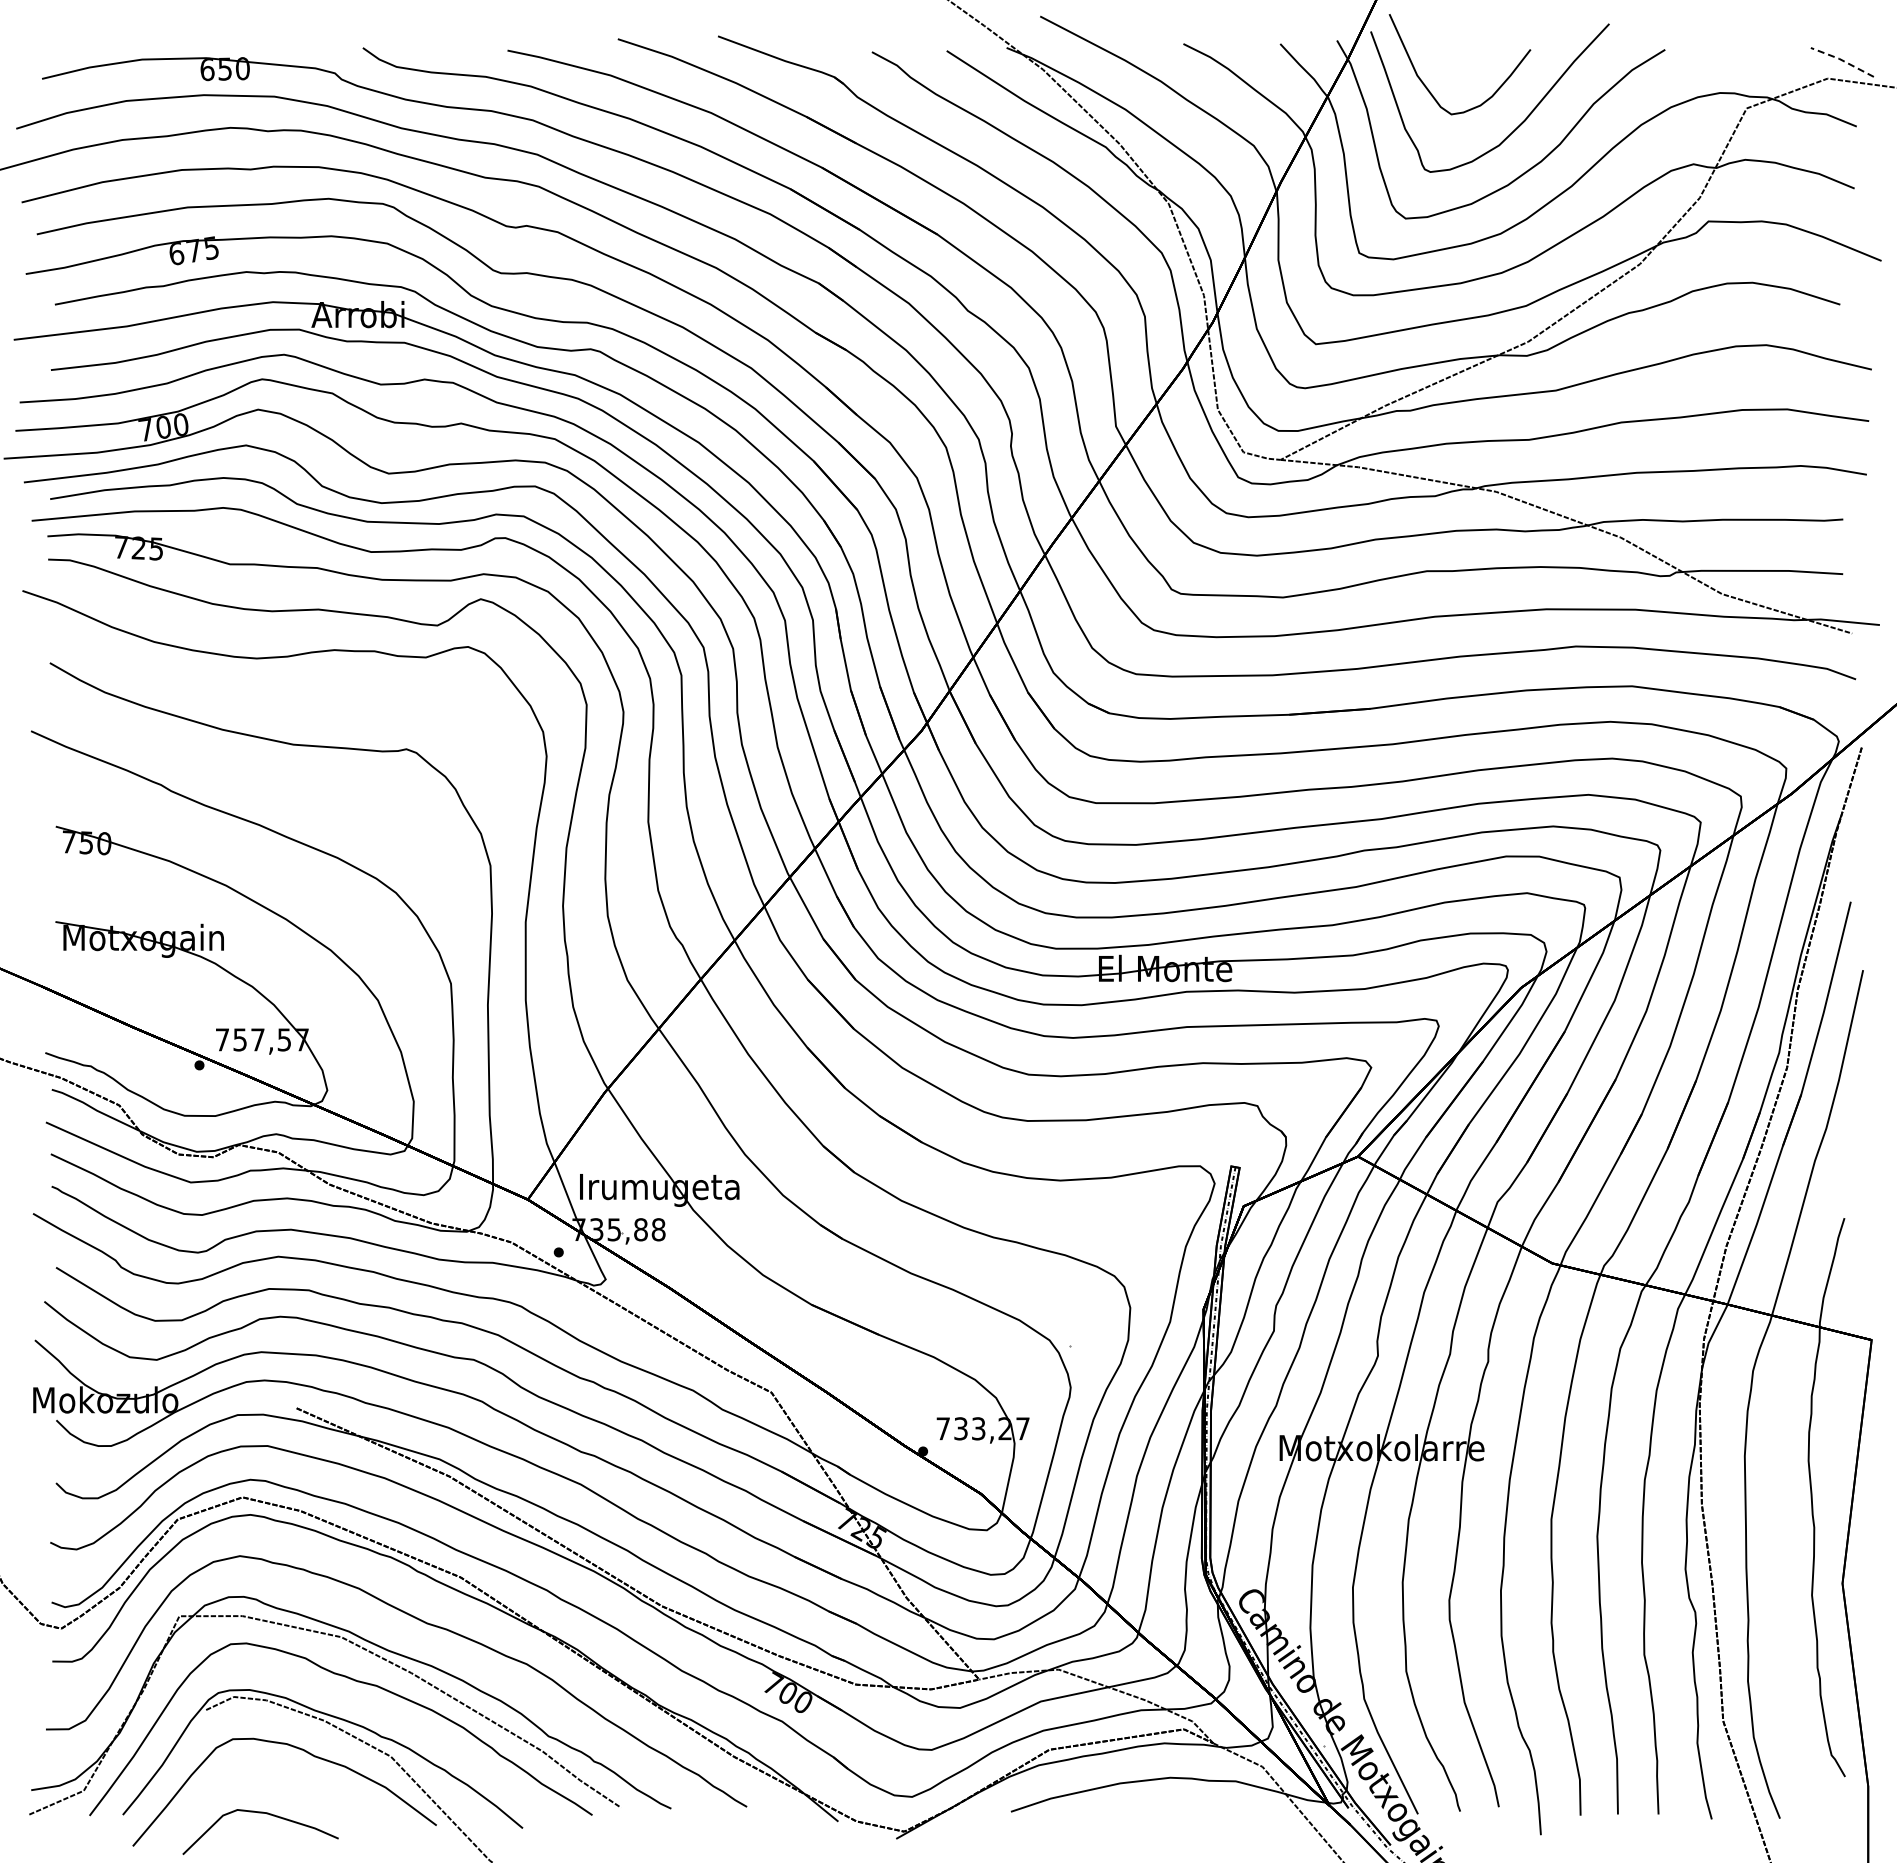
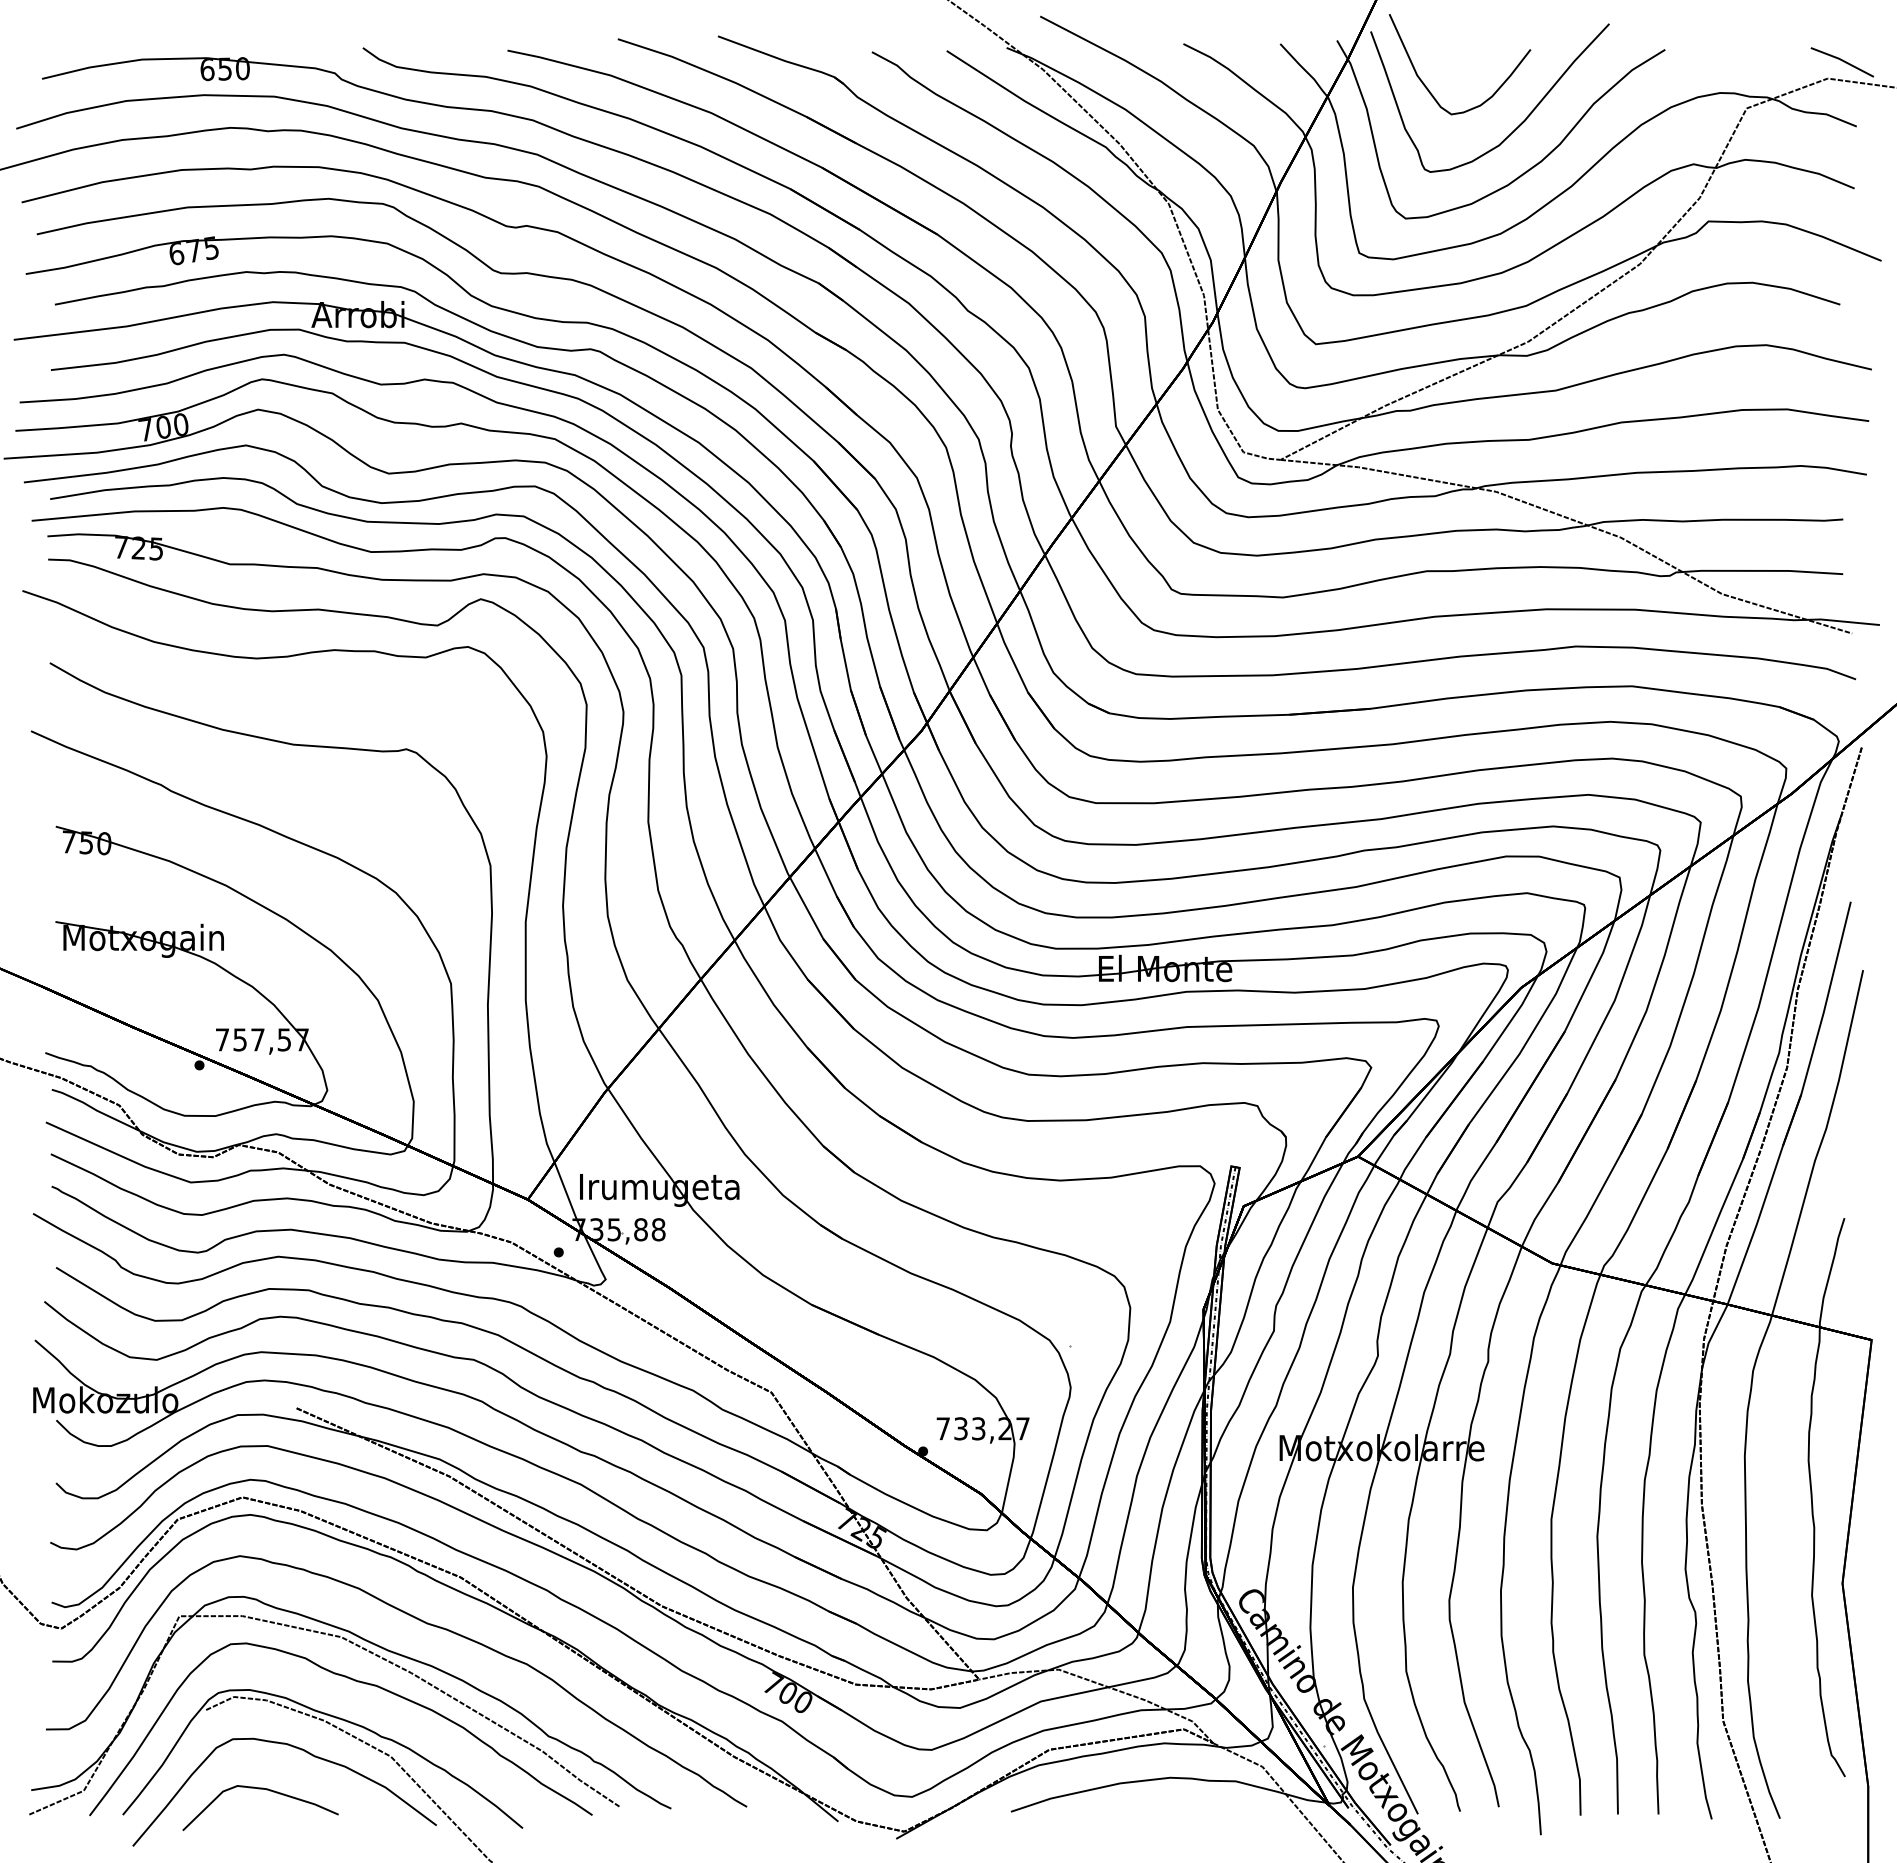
line at (1842, 60): dashed -> solid
curve at (260, 1813) position: (260, 1813) -> (260, 1789)
